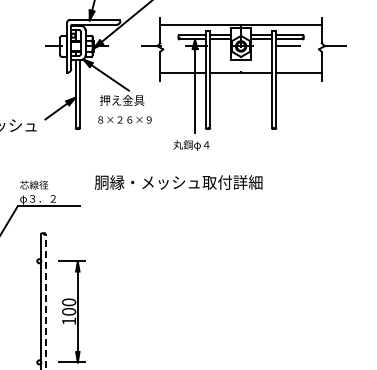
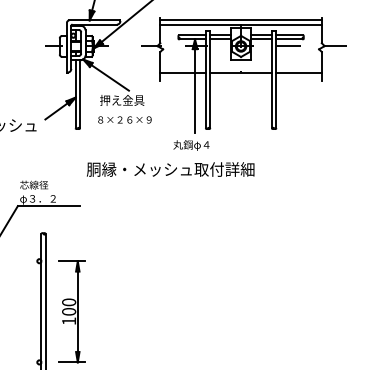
line at (240, 20): none -> present
text at (178, 182) position: (178, 182) -> (170, 169)
line at (45, 301): dashed -> solid
